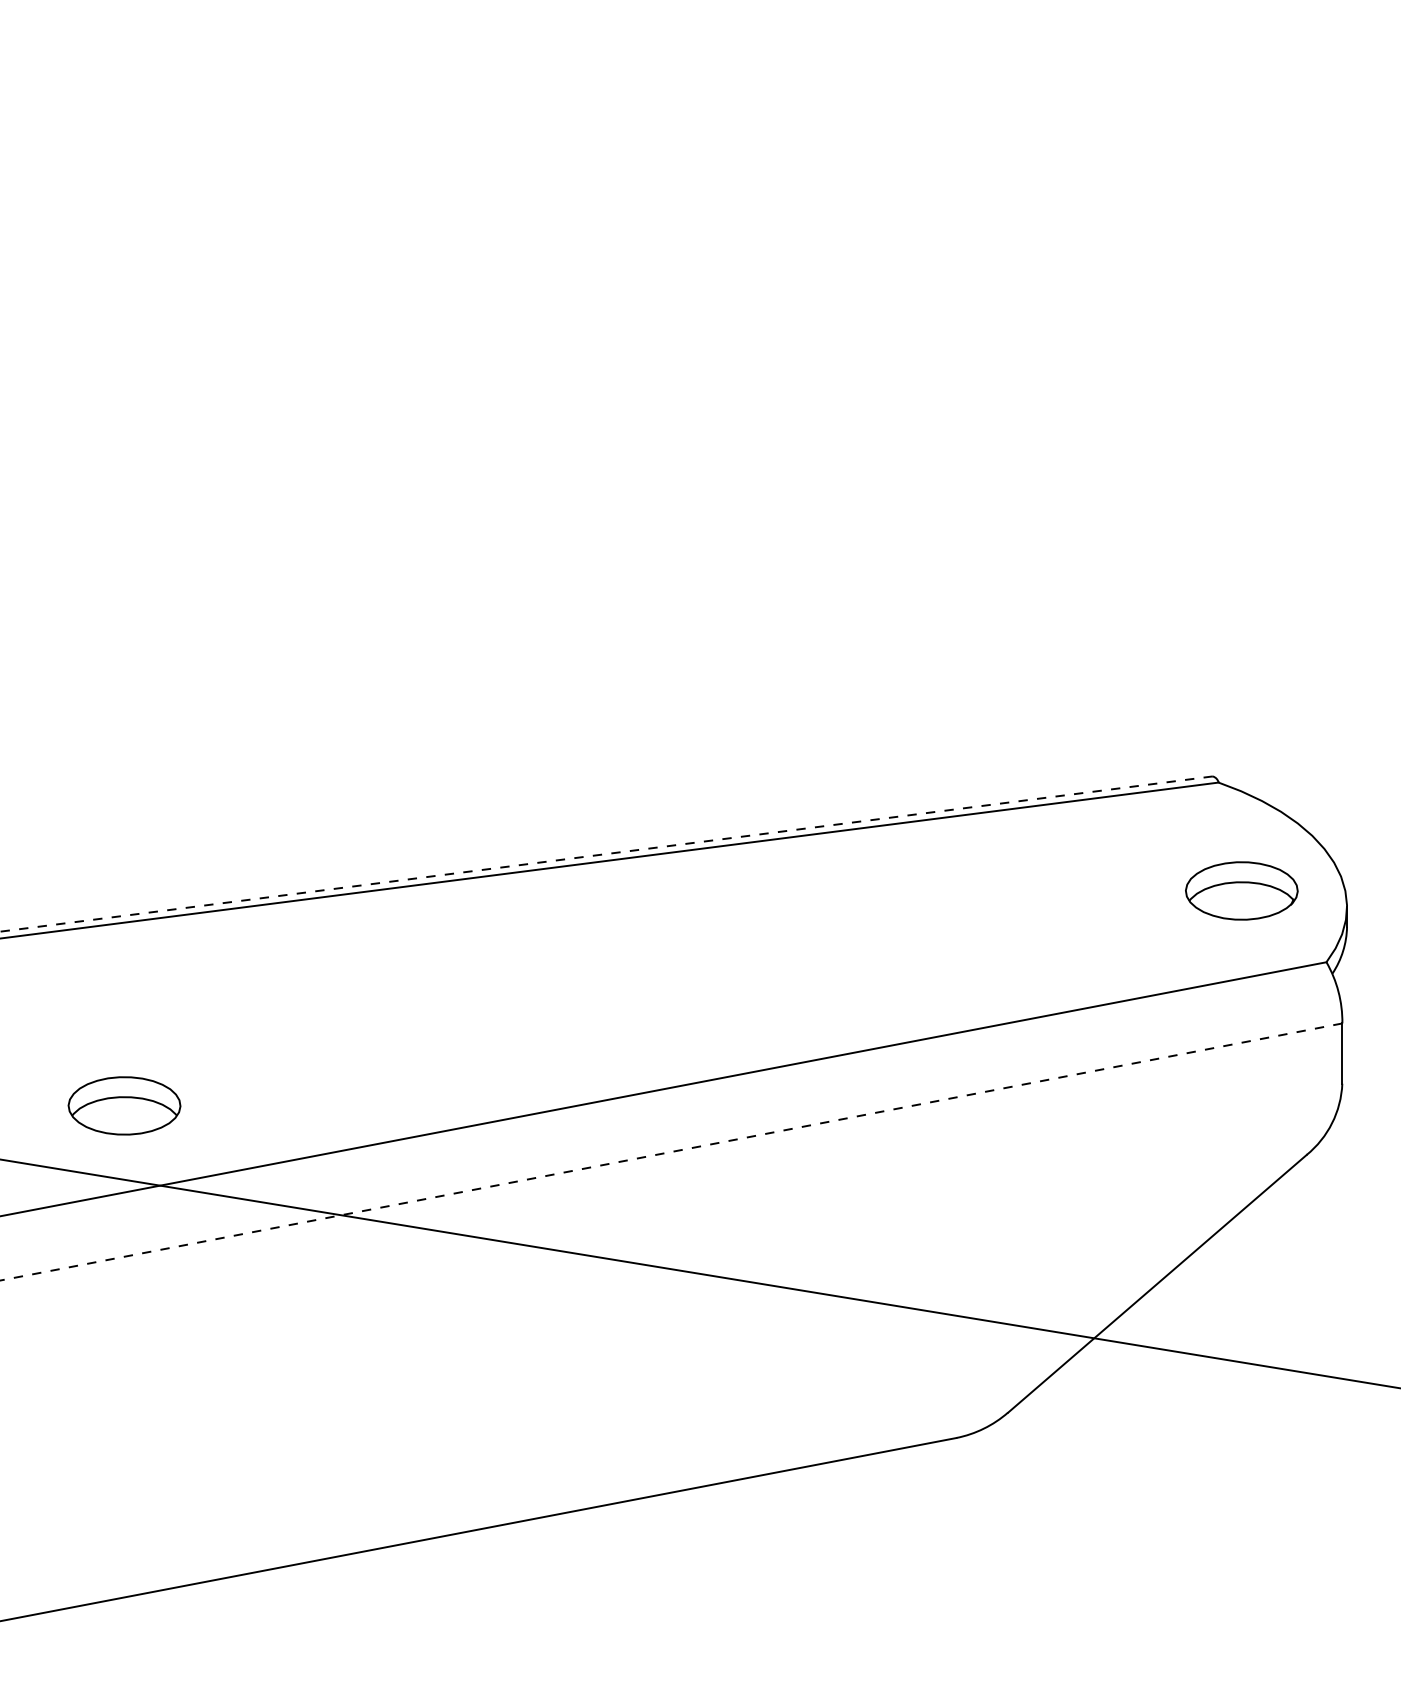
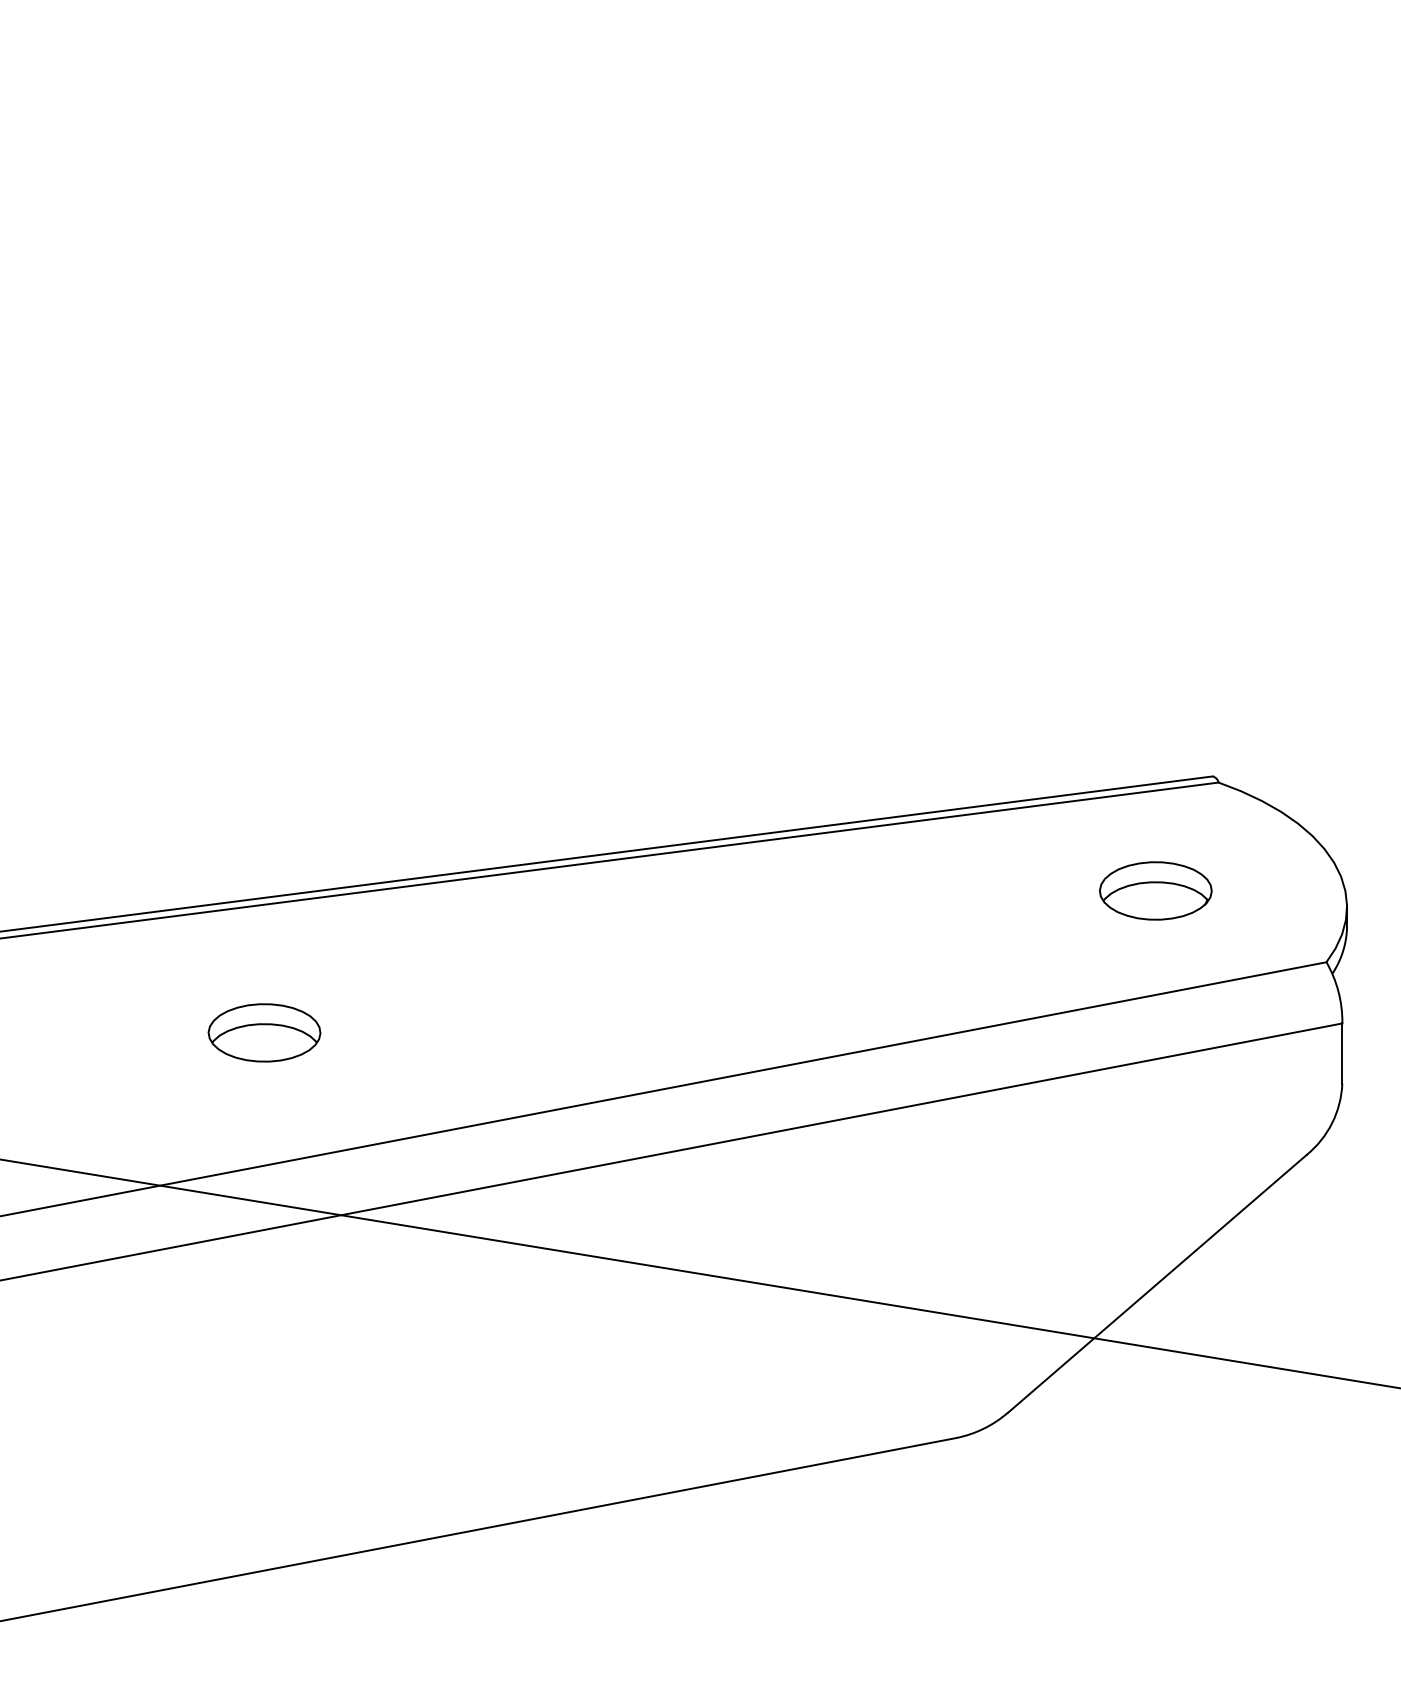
line at (605, 854): dashed -> solid
part at (1241, 890) position: (1241, 890) -> (1155, 890)
part at (124, 1105) position: (124, 1105) -> (264, 1032)
line at (670, 1152): dashed -> solid
